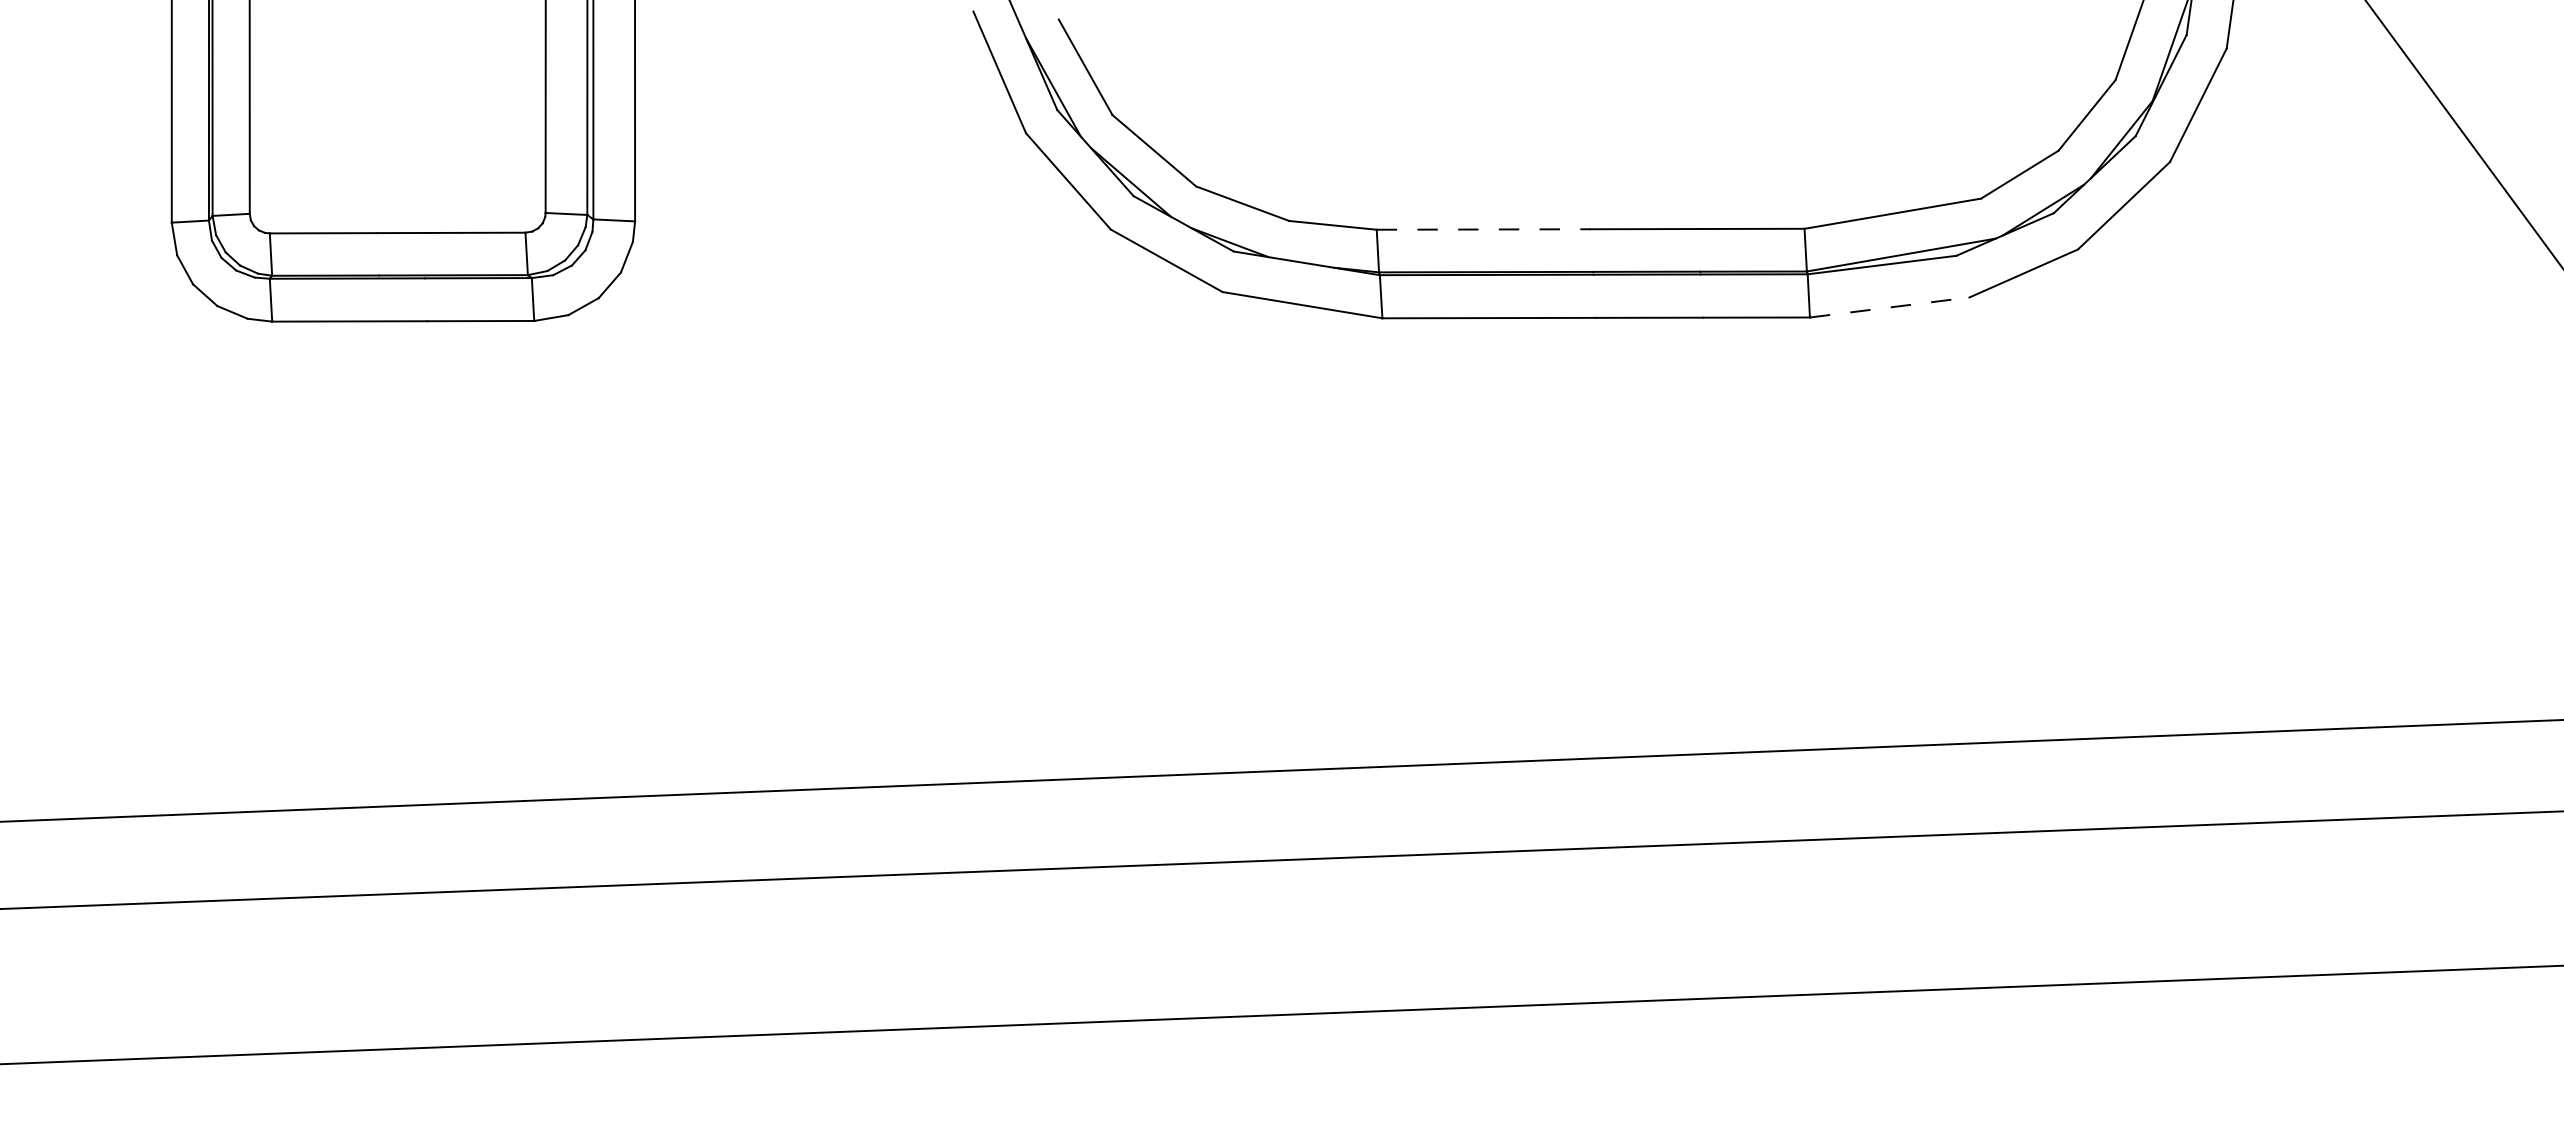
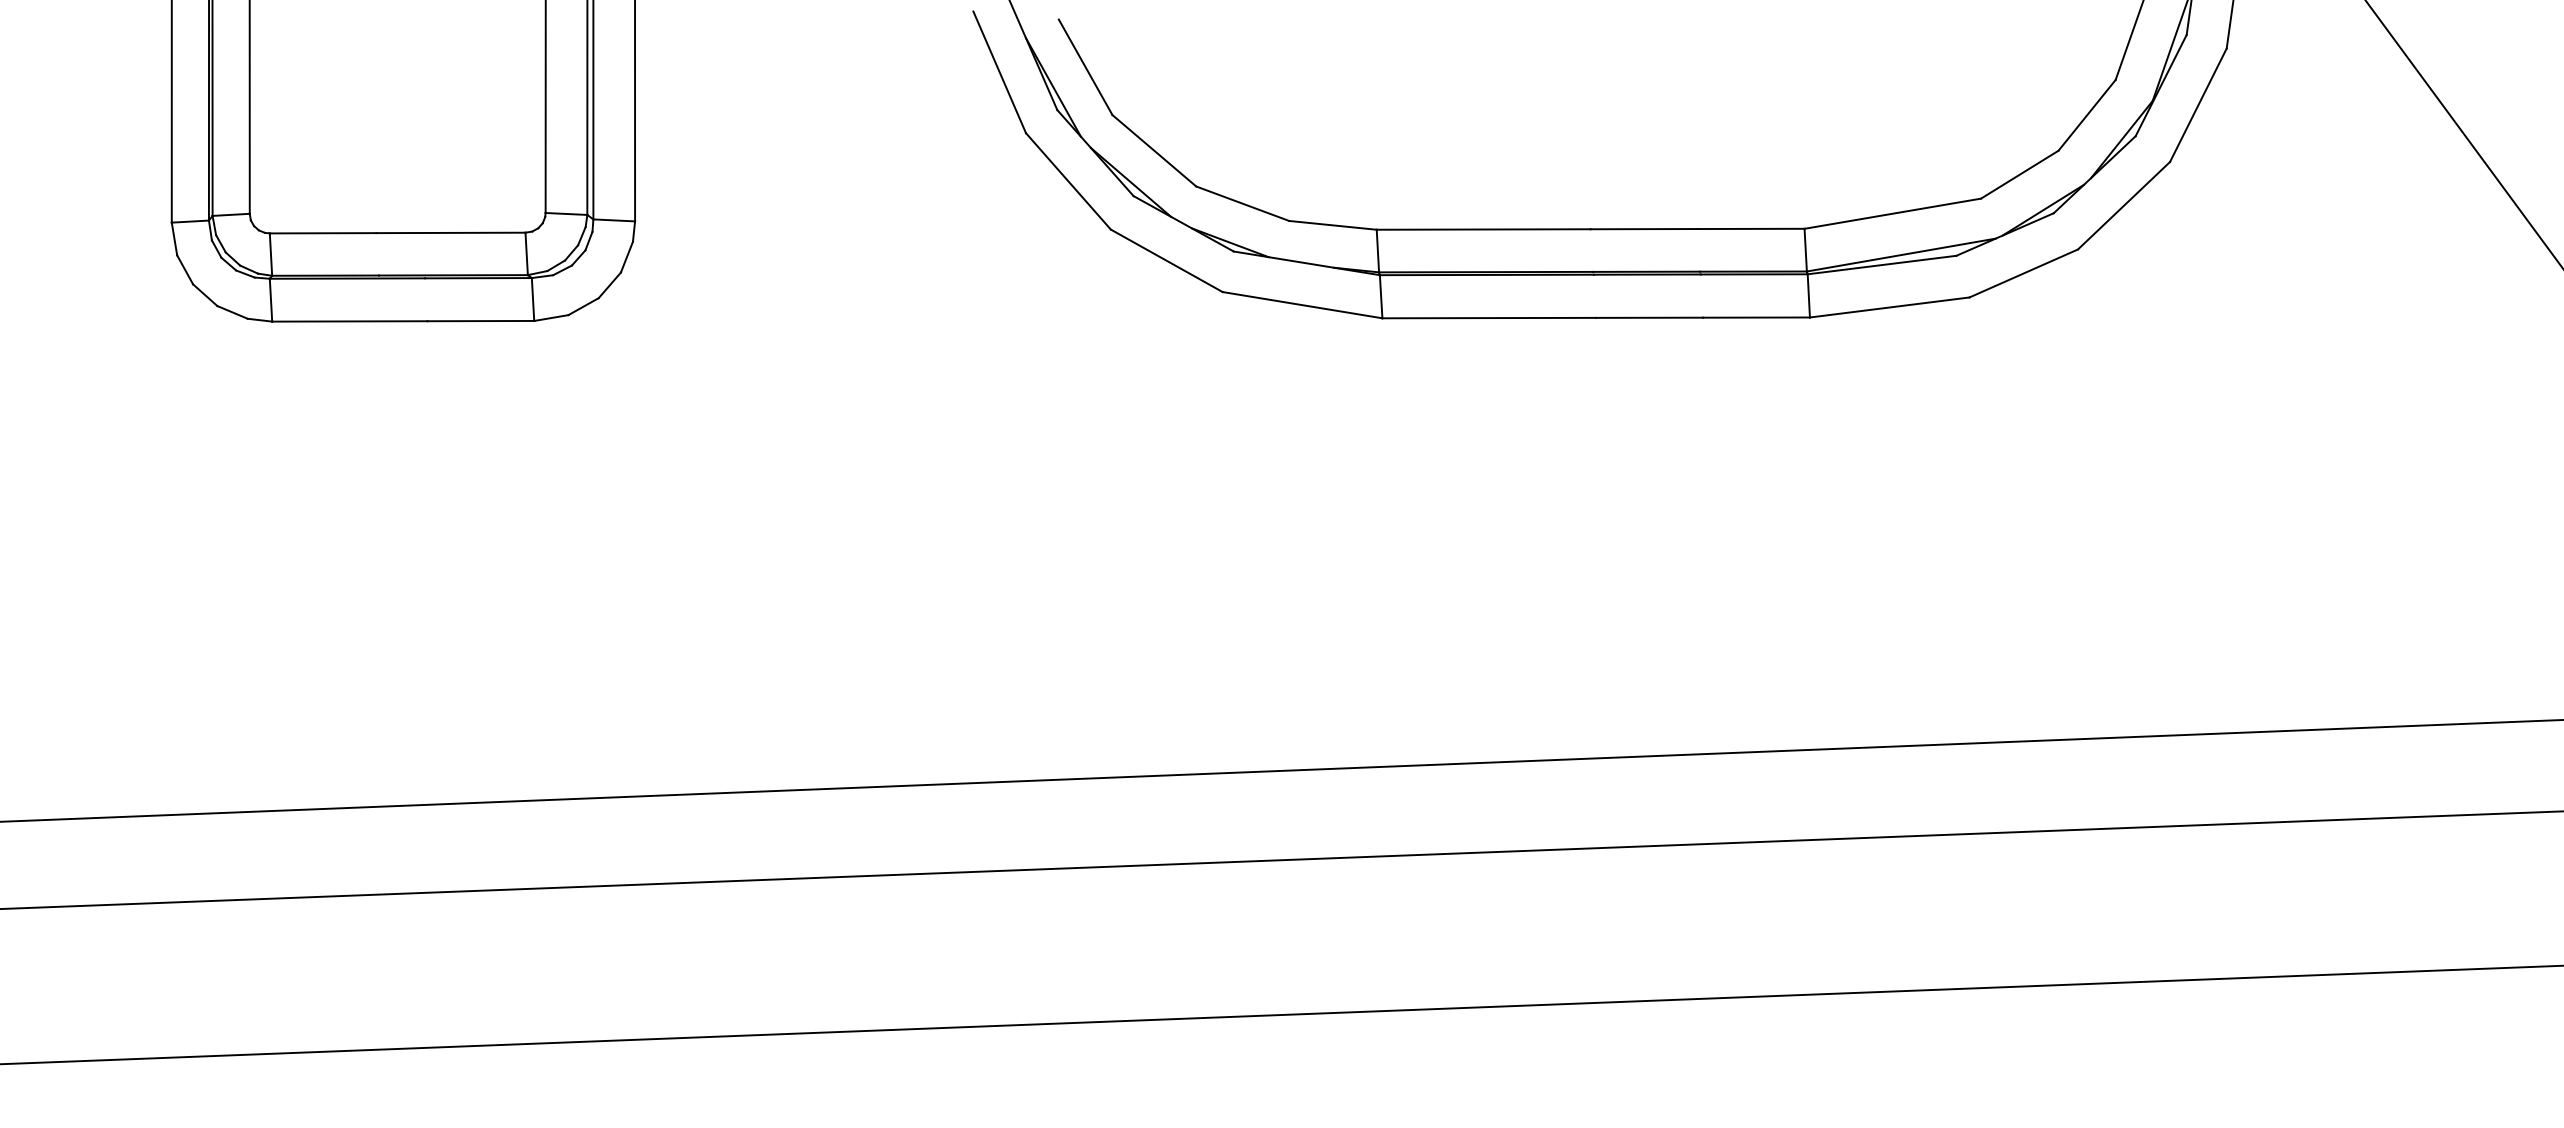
line at (1483, 229): dashed -> solid
line at (1890, 307): dashed -> solid
